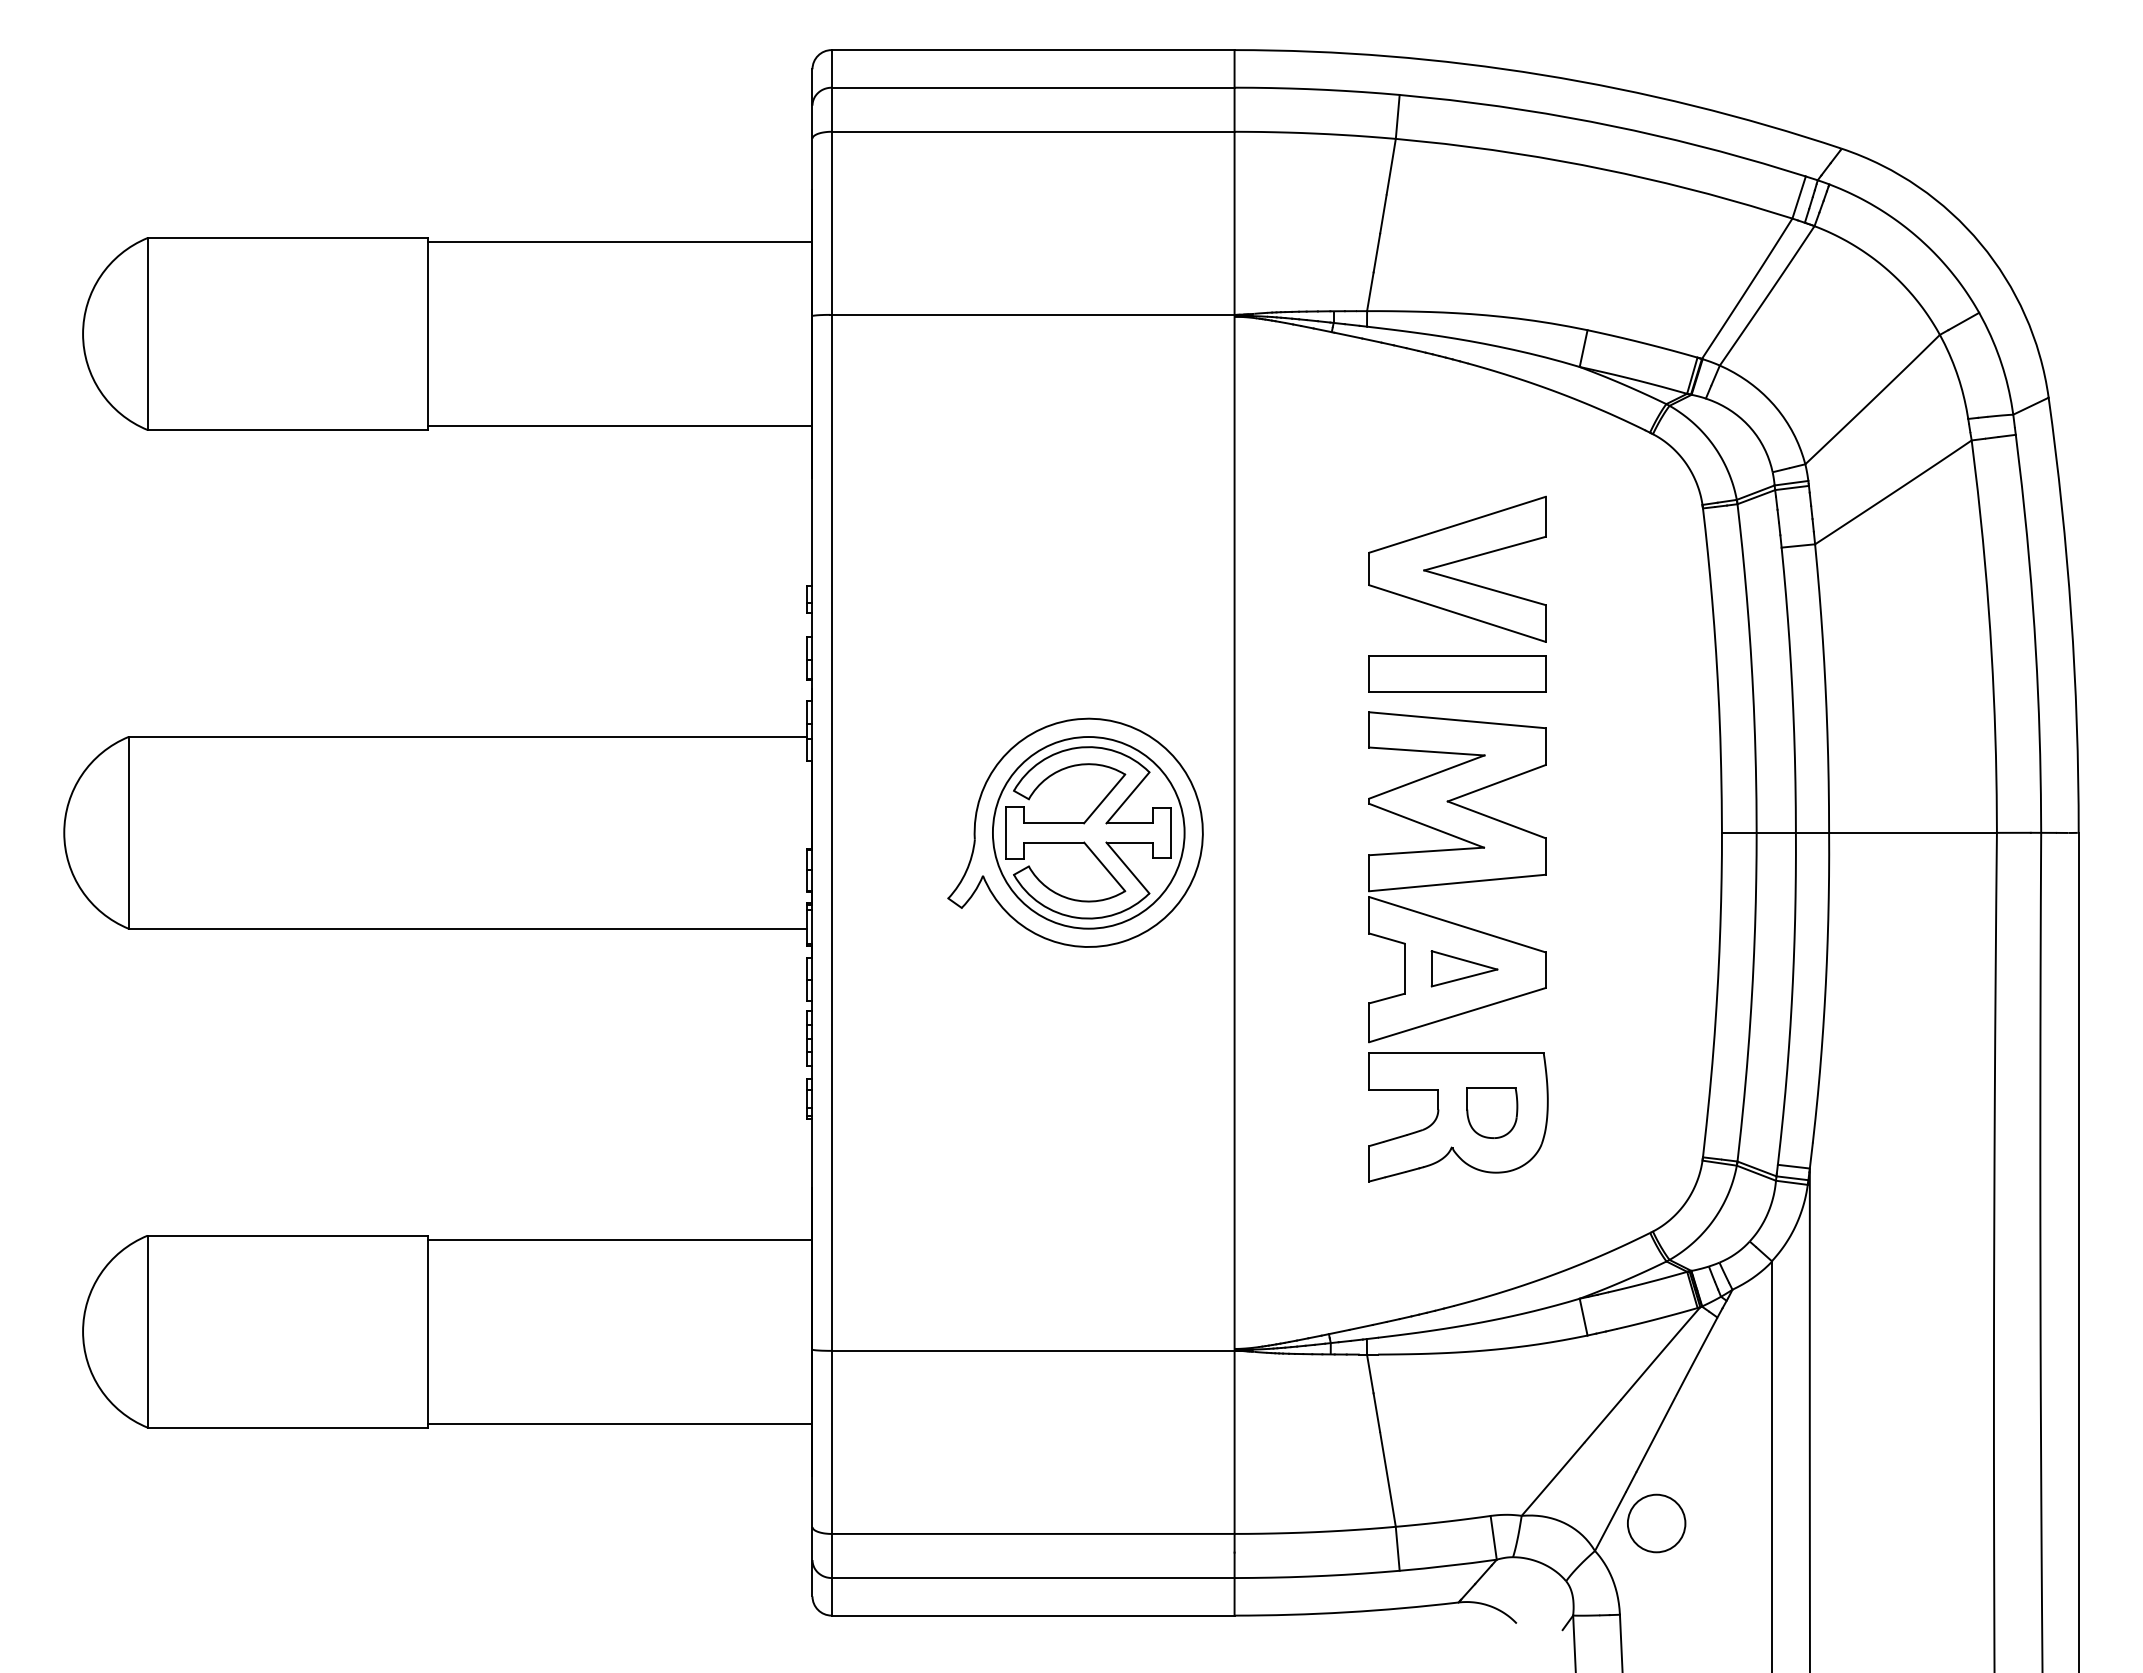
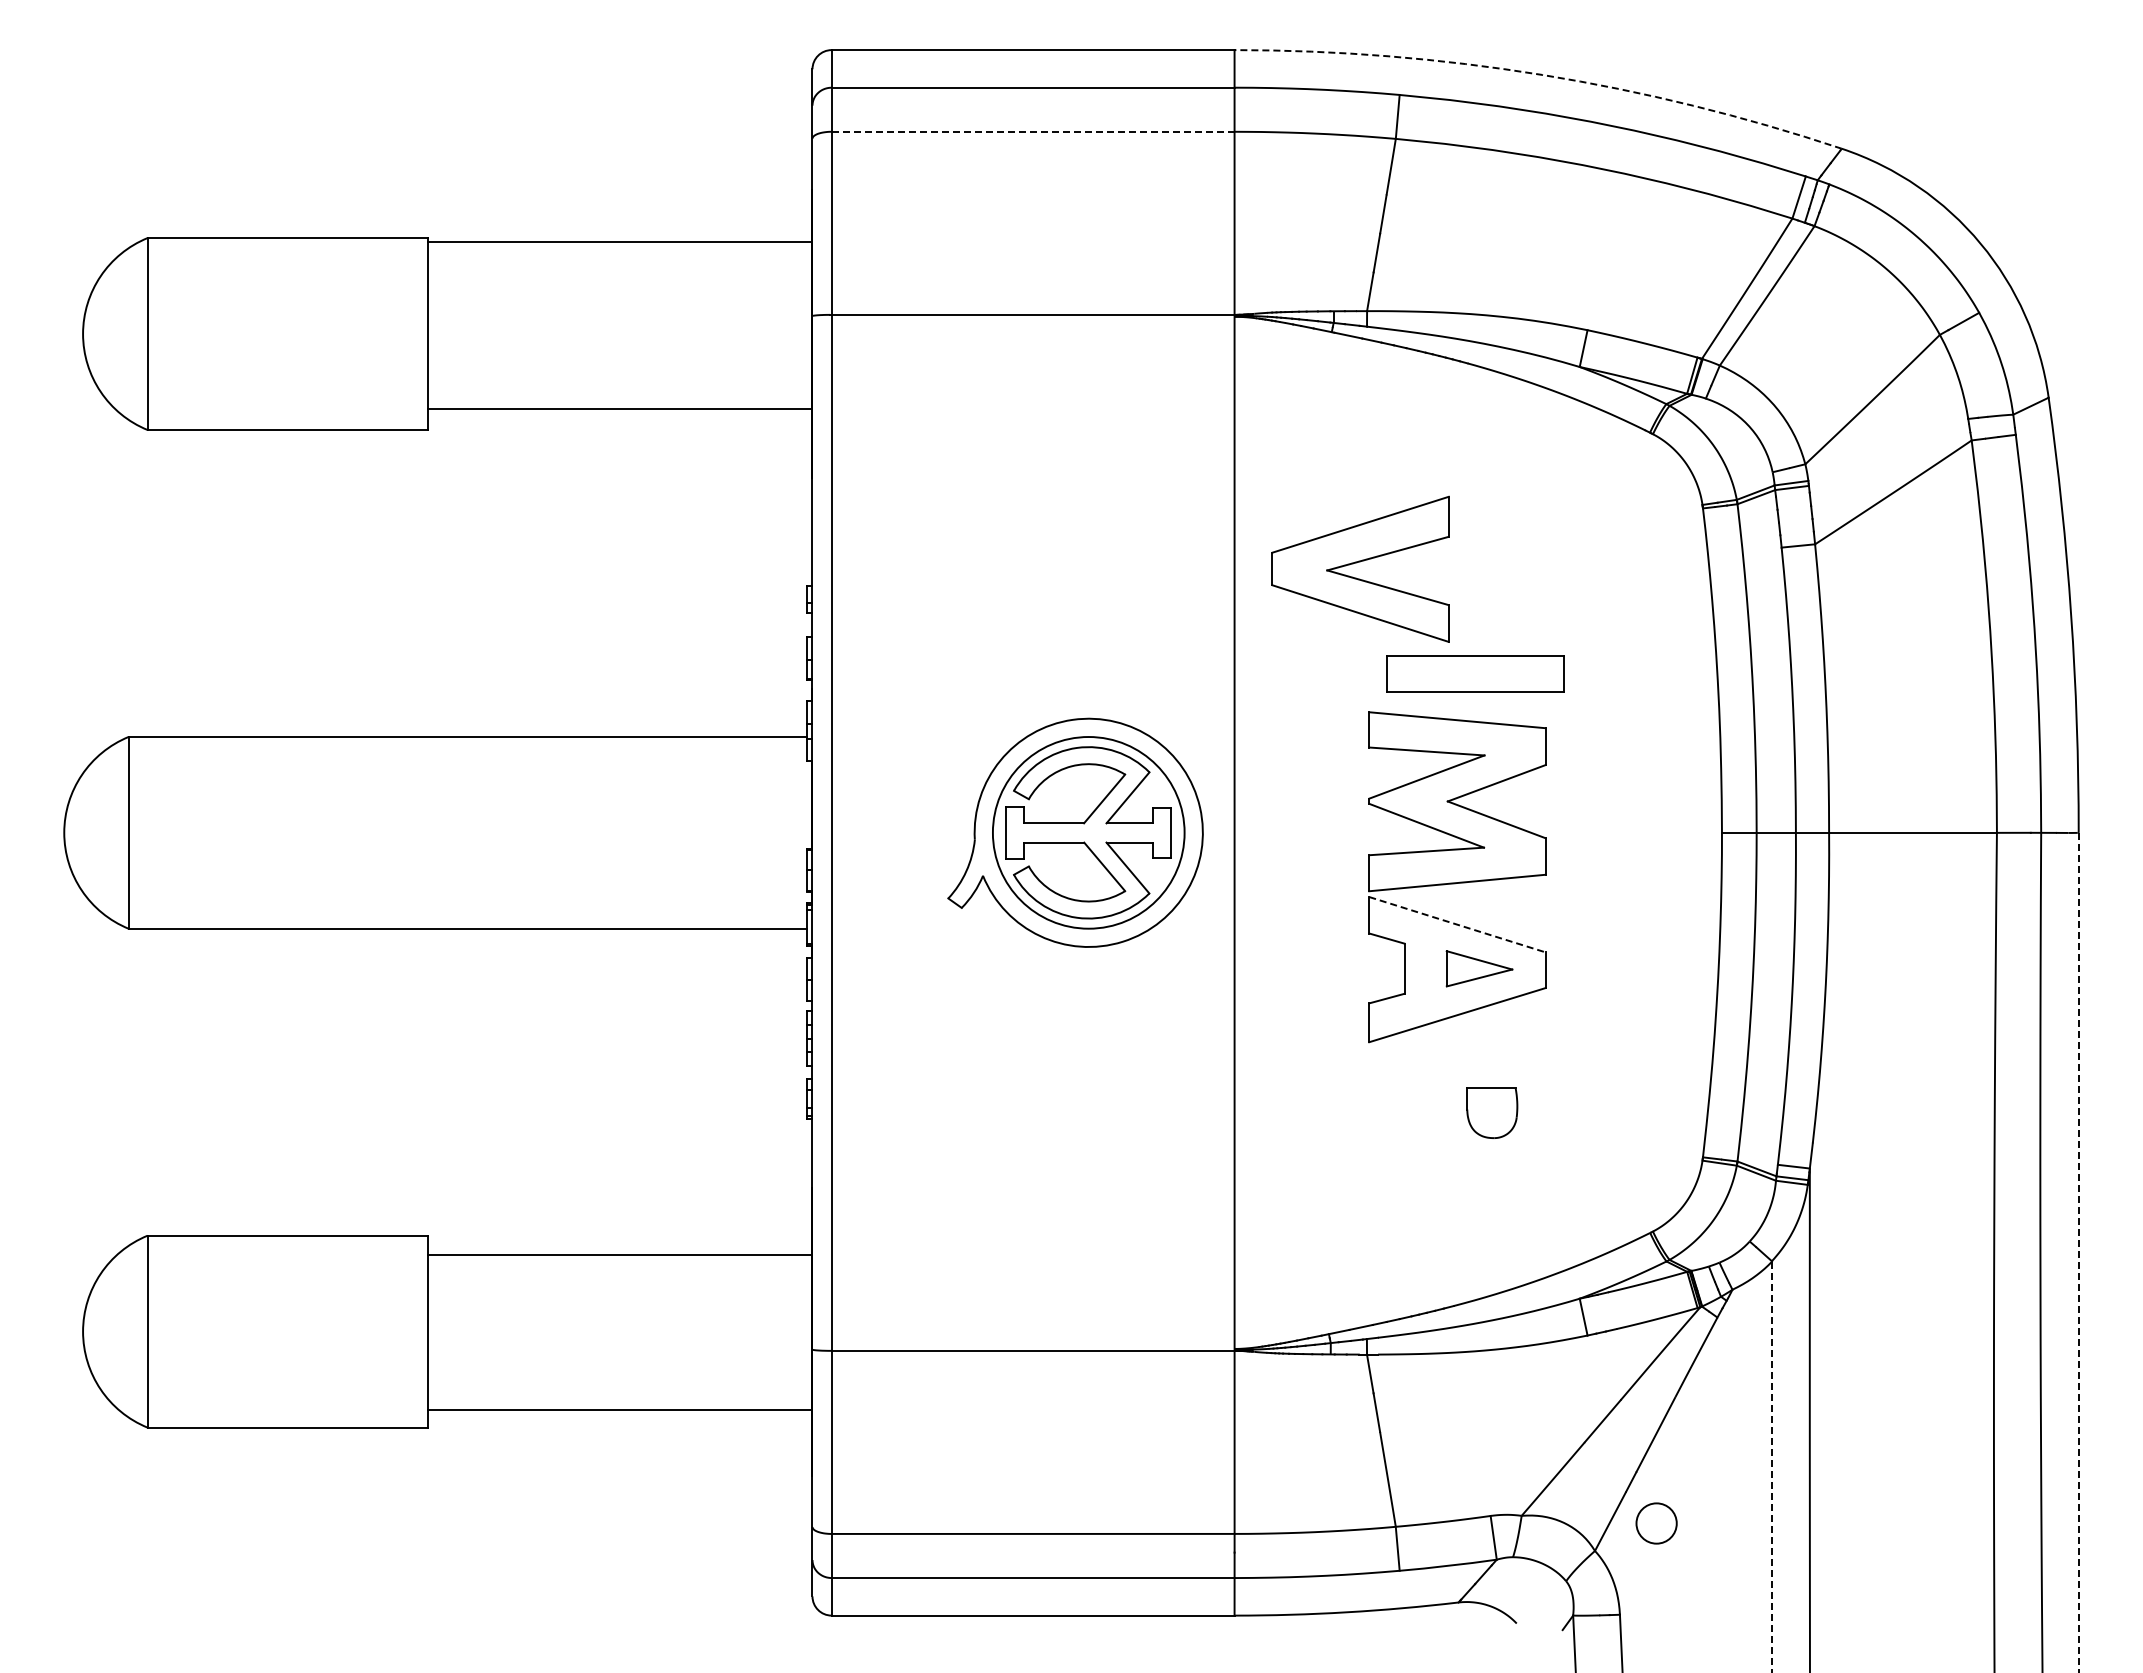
arc at (1542, 74): solid -> dashed
line at (1032, 131): solid -> dashed
line at (620, 426) position: (620, 426) -> (620, 409)
part at (1457, 568) position: (1457, 568) -> (1360, 568)
part at (1457, 673) position: (1457, 673) -> (1475, 673)
line at (1458, 924): solid -> dashed
part at (1464, 968) position: (1464, 968) -> (1479, 968)
part at (1458, 1117): present -> none
line at (620, 1239) position: (620, 1239) -> (620, 1254)
line at (2078, 1252): solid -> dashed
line at (620, 1423) position: (620, 1423) -> (620, 1409)
line at (1771, 1466): solid -> dashed
circle at (1656, 1523) diameter: 58 px -> 40 px
